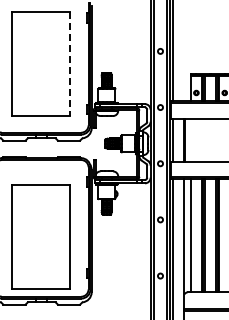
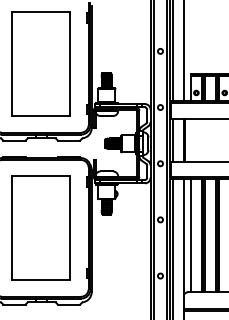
line at (184, 51): none -> present
line at (70, 64): dashed -> solid
part at (40, 236) position: (40, 236) -> (40, 227)
